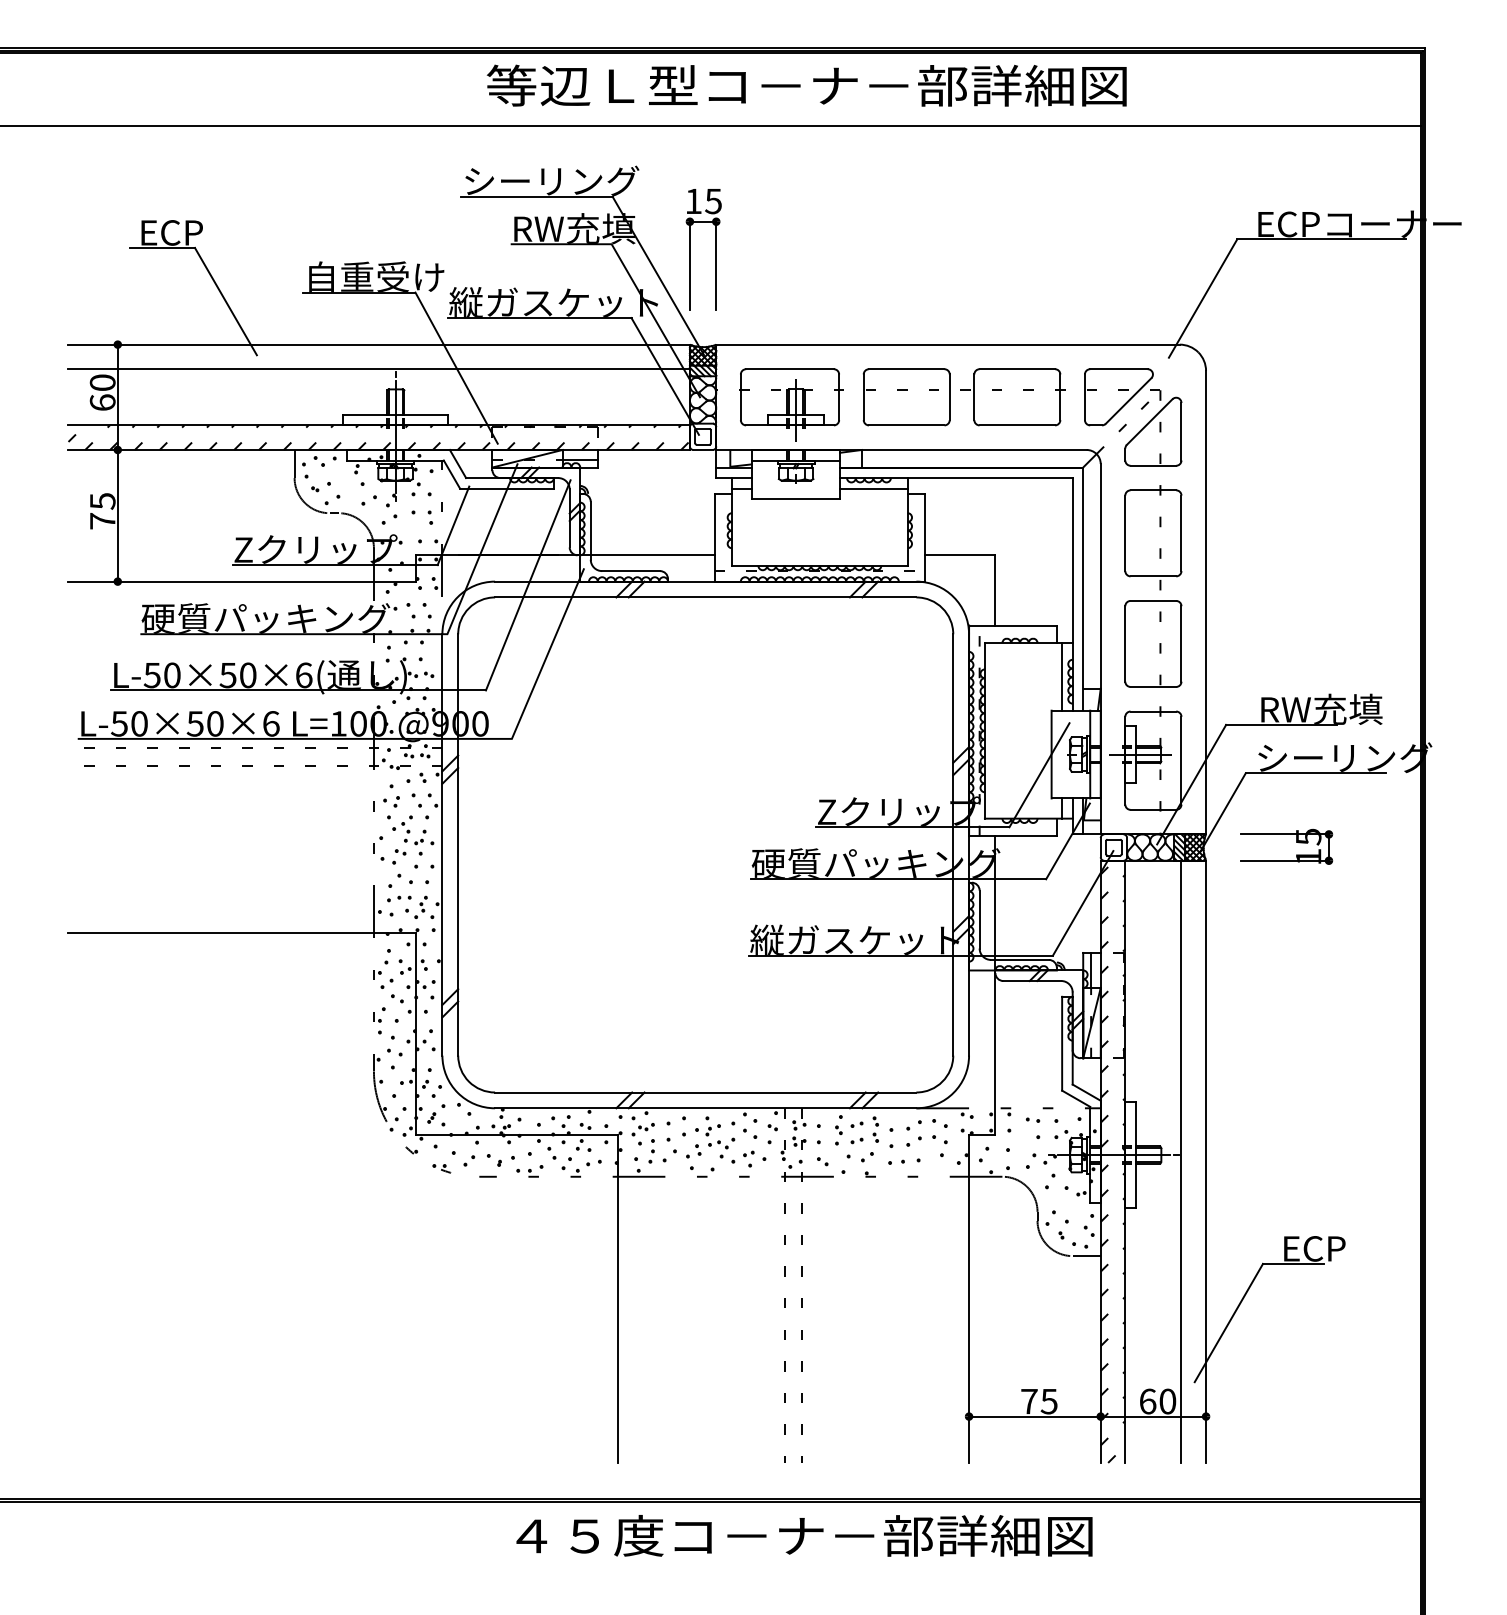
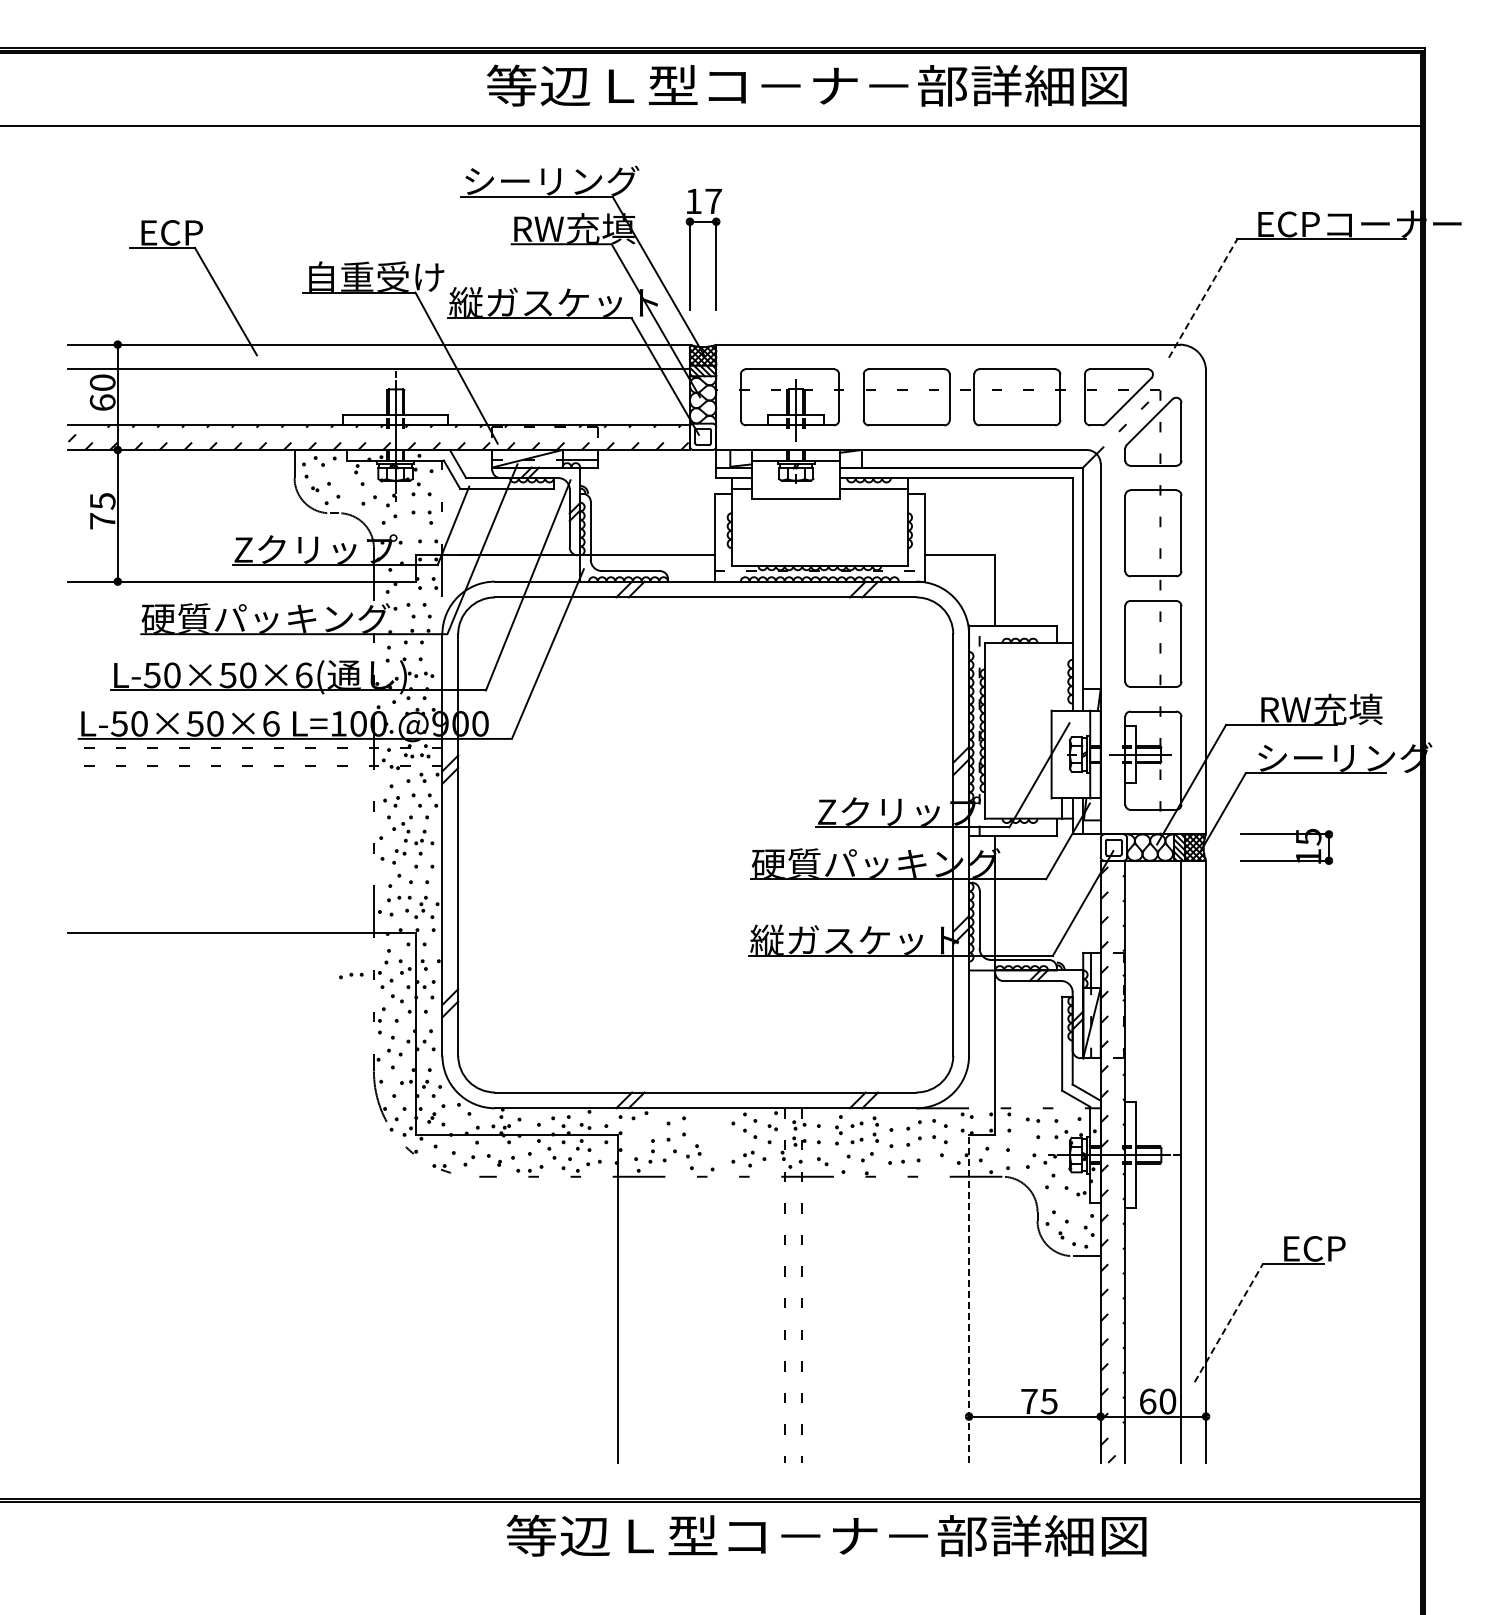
text at (713, 201): 15 -> 17
line at (1203, 298): solid -> dashed
line at (1062, 676): present -> none
part at (351, 975): none -> present
part at (642, 1134): present -> none
part at (715, 1137): present -> none
line at (969, 1298): solid -> dashed
line at (1229, 1322): solid -> dashed
text at (826, 1535): ４５度コ－ナ－部詳細図 -> 等辺Ｌ型コ－ナ－部詳細図
